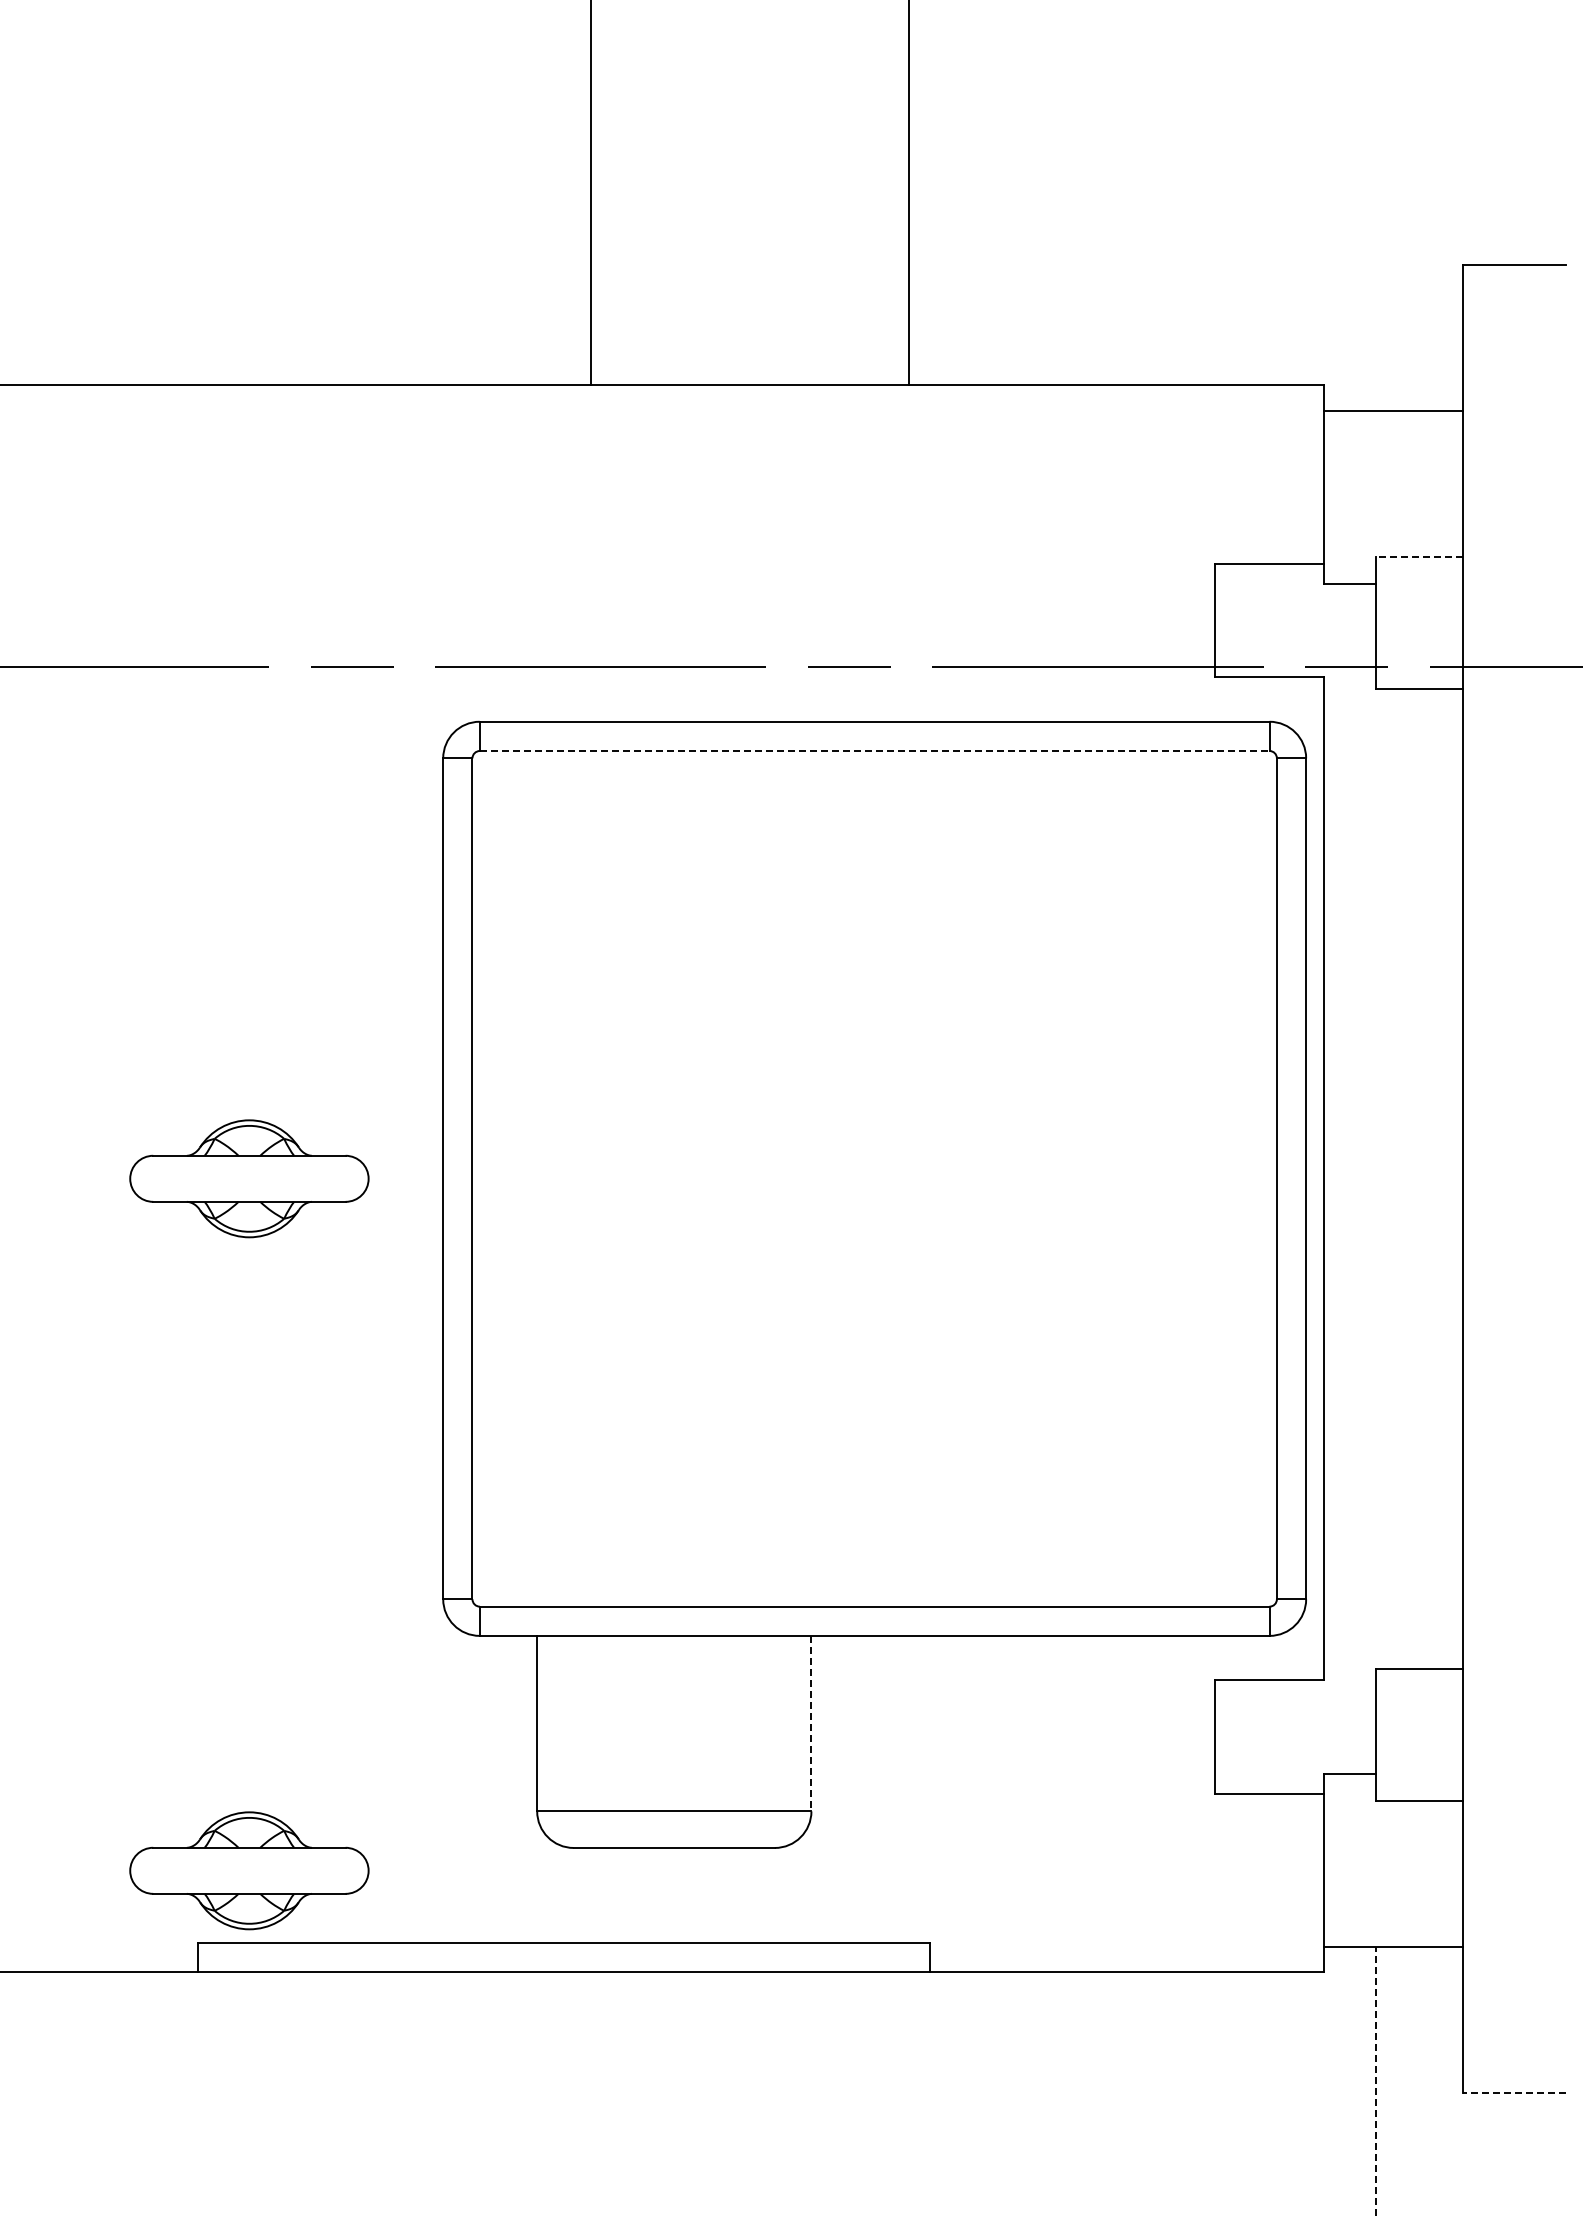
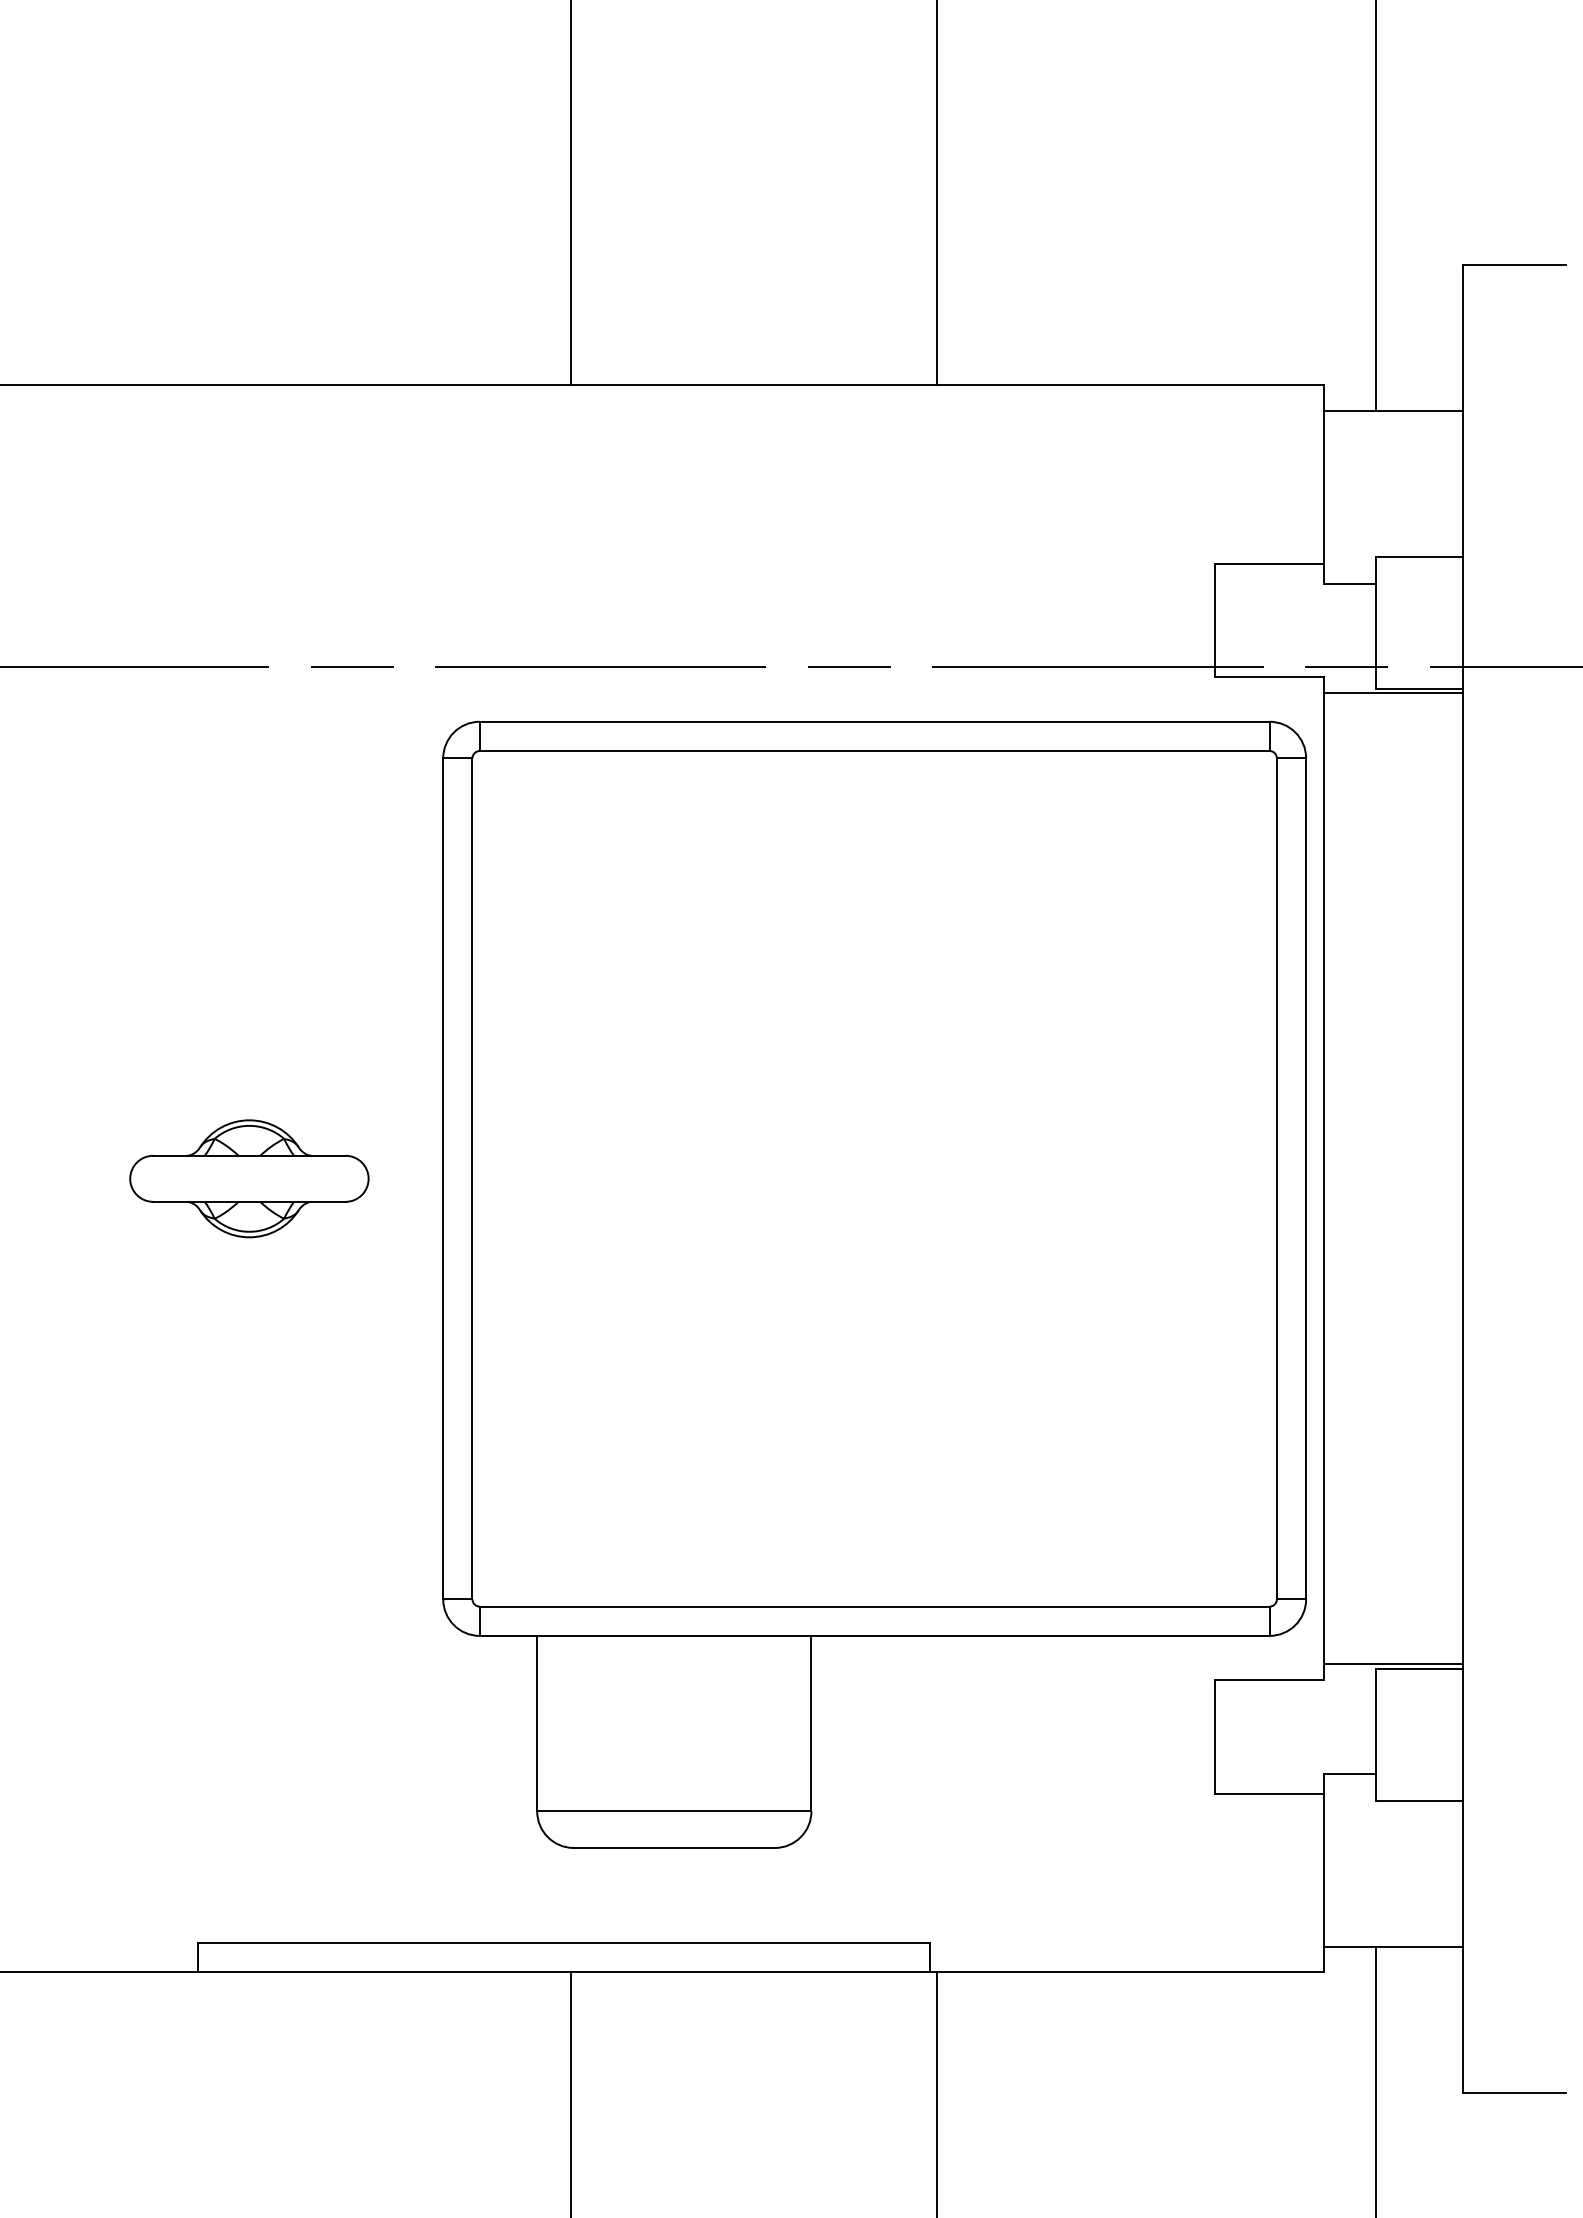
line at (591, 193) position: (591, 193) -> (571, 193)
line at (908, 193) position: (908, 193) -> (936, 193)
line at (1375, 206): none -> present
line at (1419, 557): dashed -> solid
line at (1393, 693): none -> present
line at (874, 751): dashed -> solid
line at (1393, 1664): none -> present
line at (811, 1723): dashed -> solid
part at (249, 1870): present -> none
line at (1375, 2081): dashed -> solid
line at (1514, 2092): dashed -> solid
line at (571, 2093): none -> present
line at (936, 2093): none -> present
